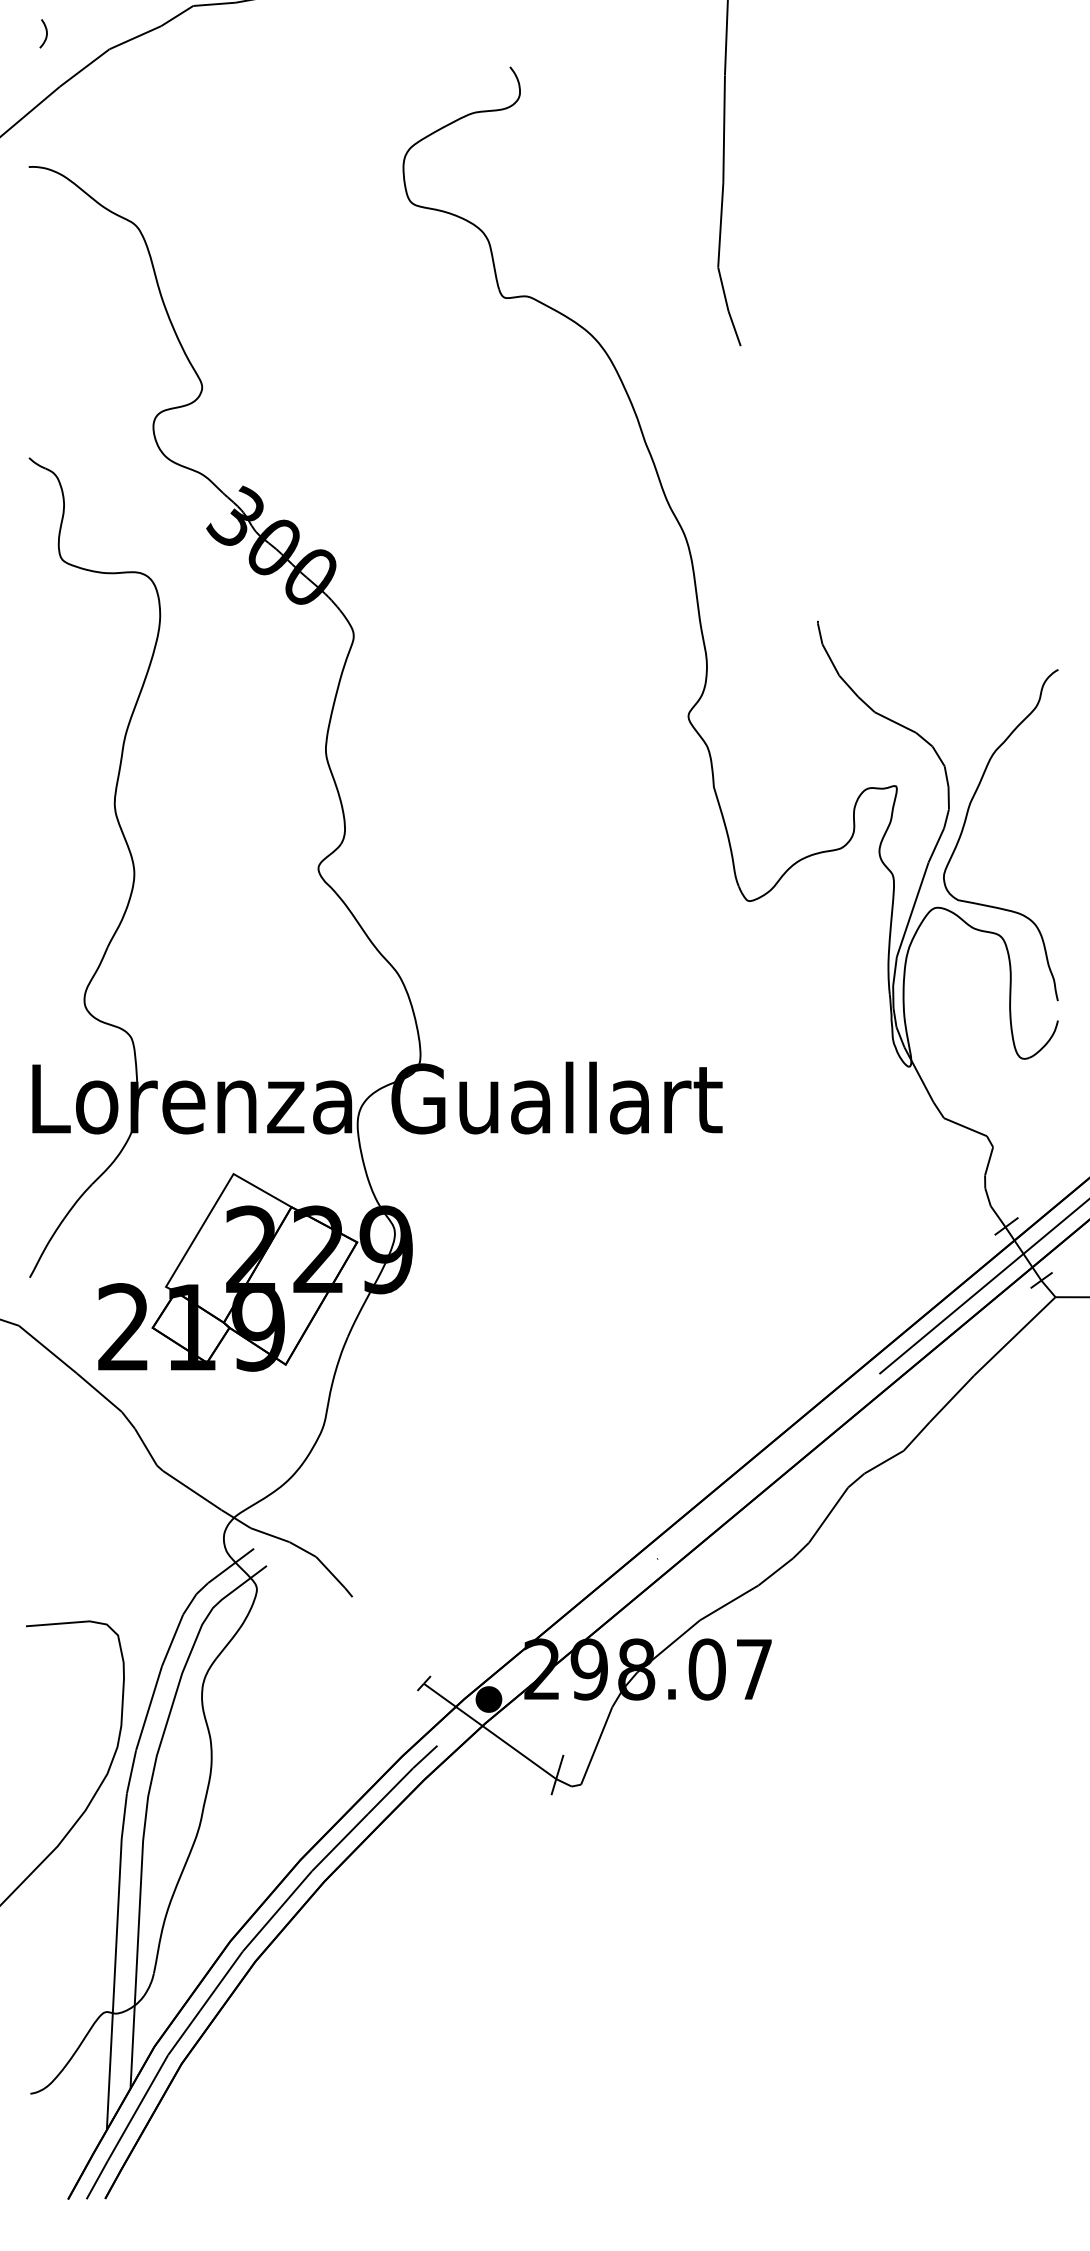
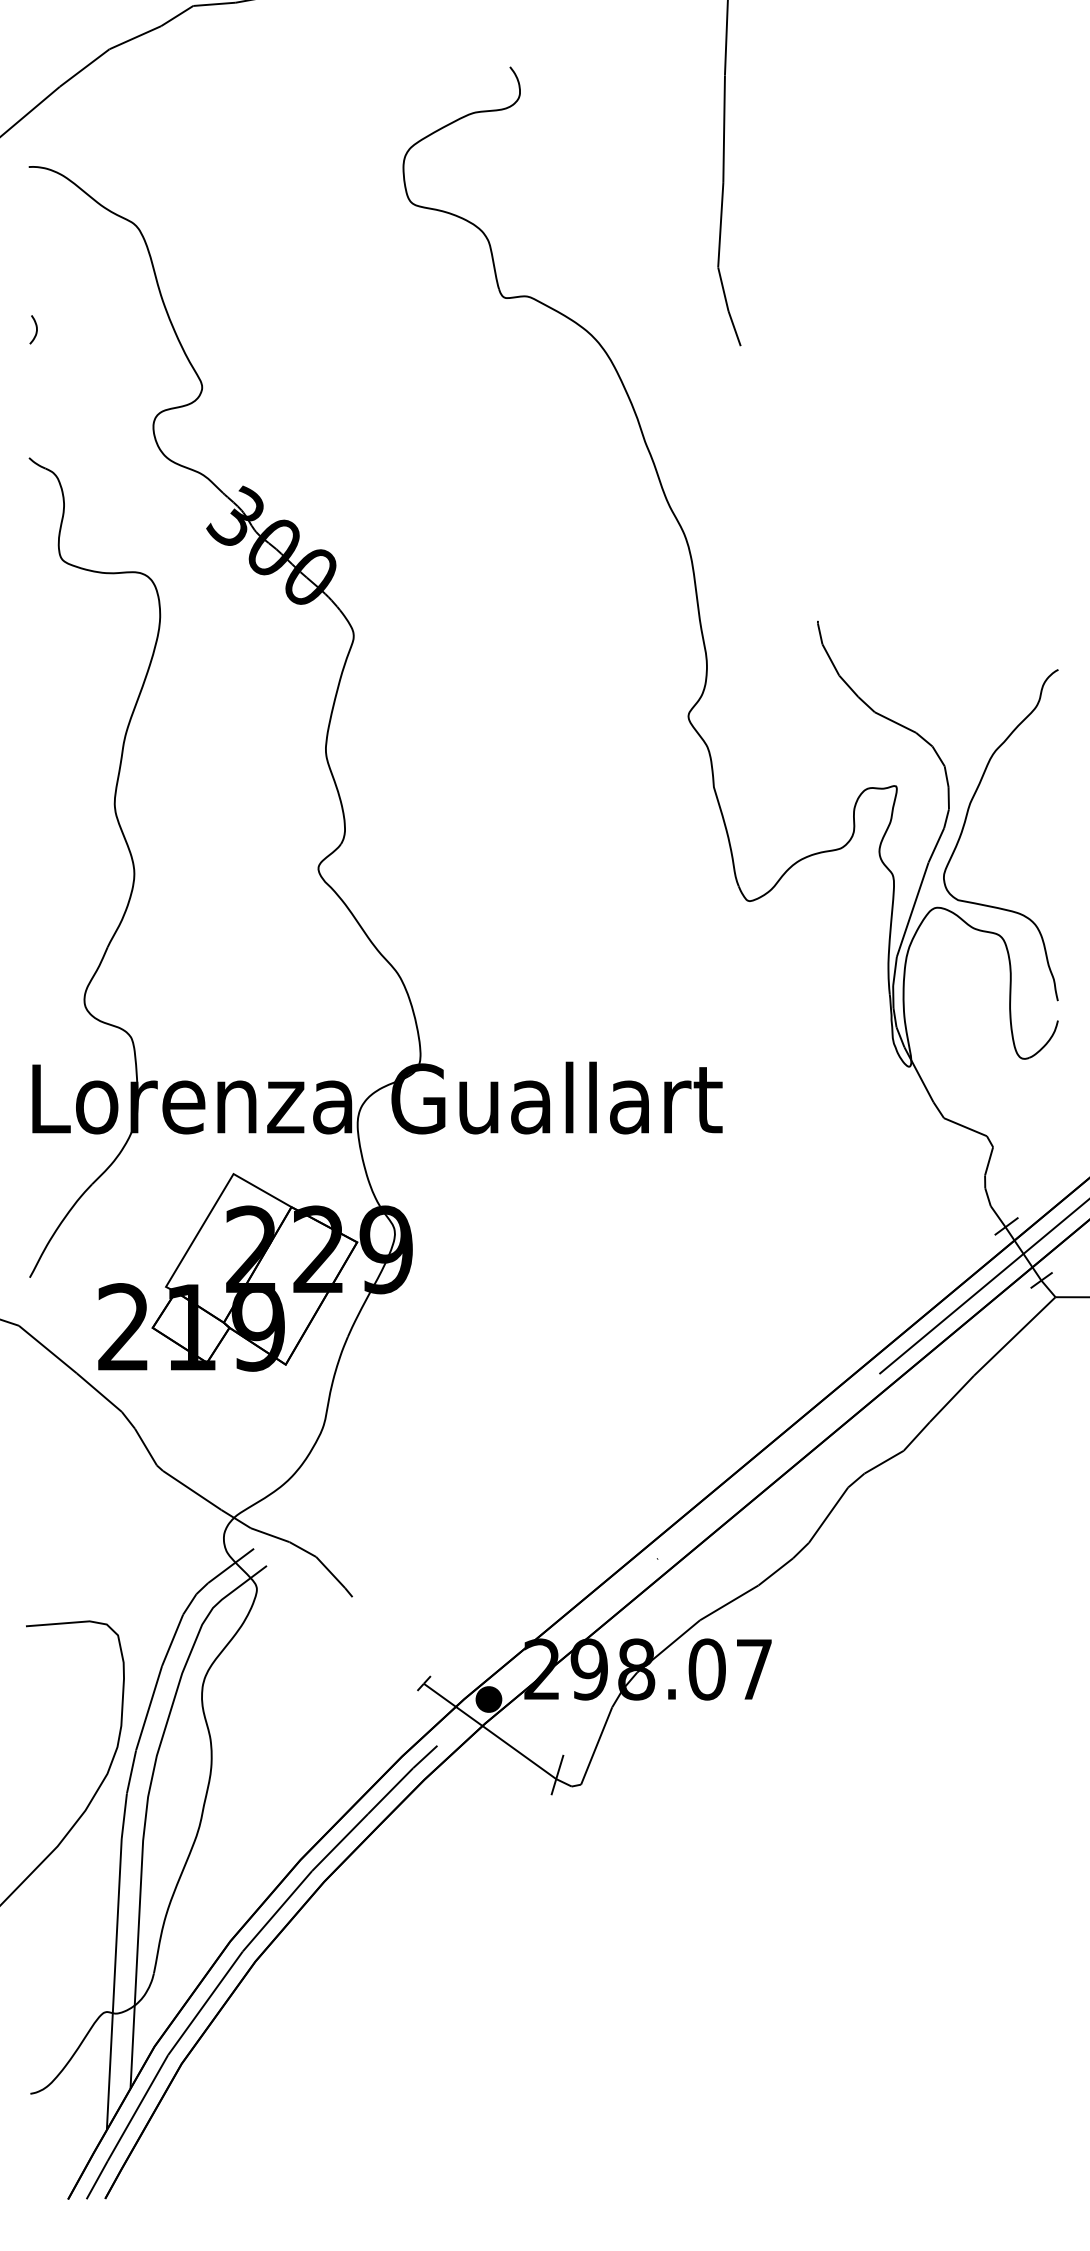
curve at (45, 35) position: (45, 35) -> (35, 331)
